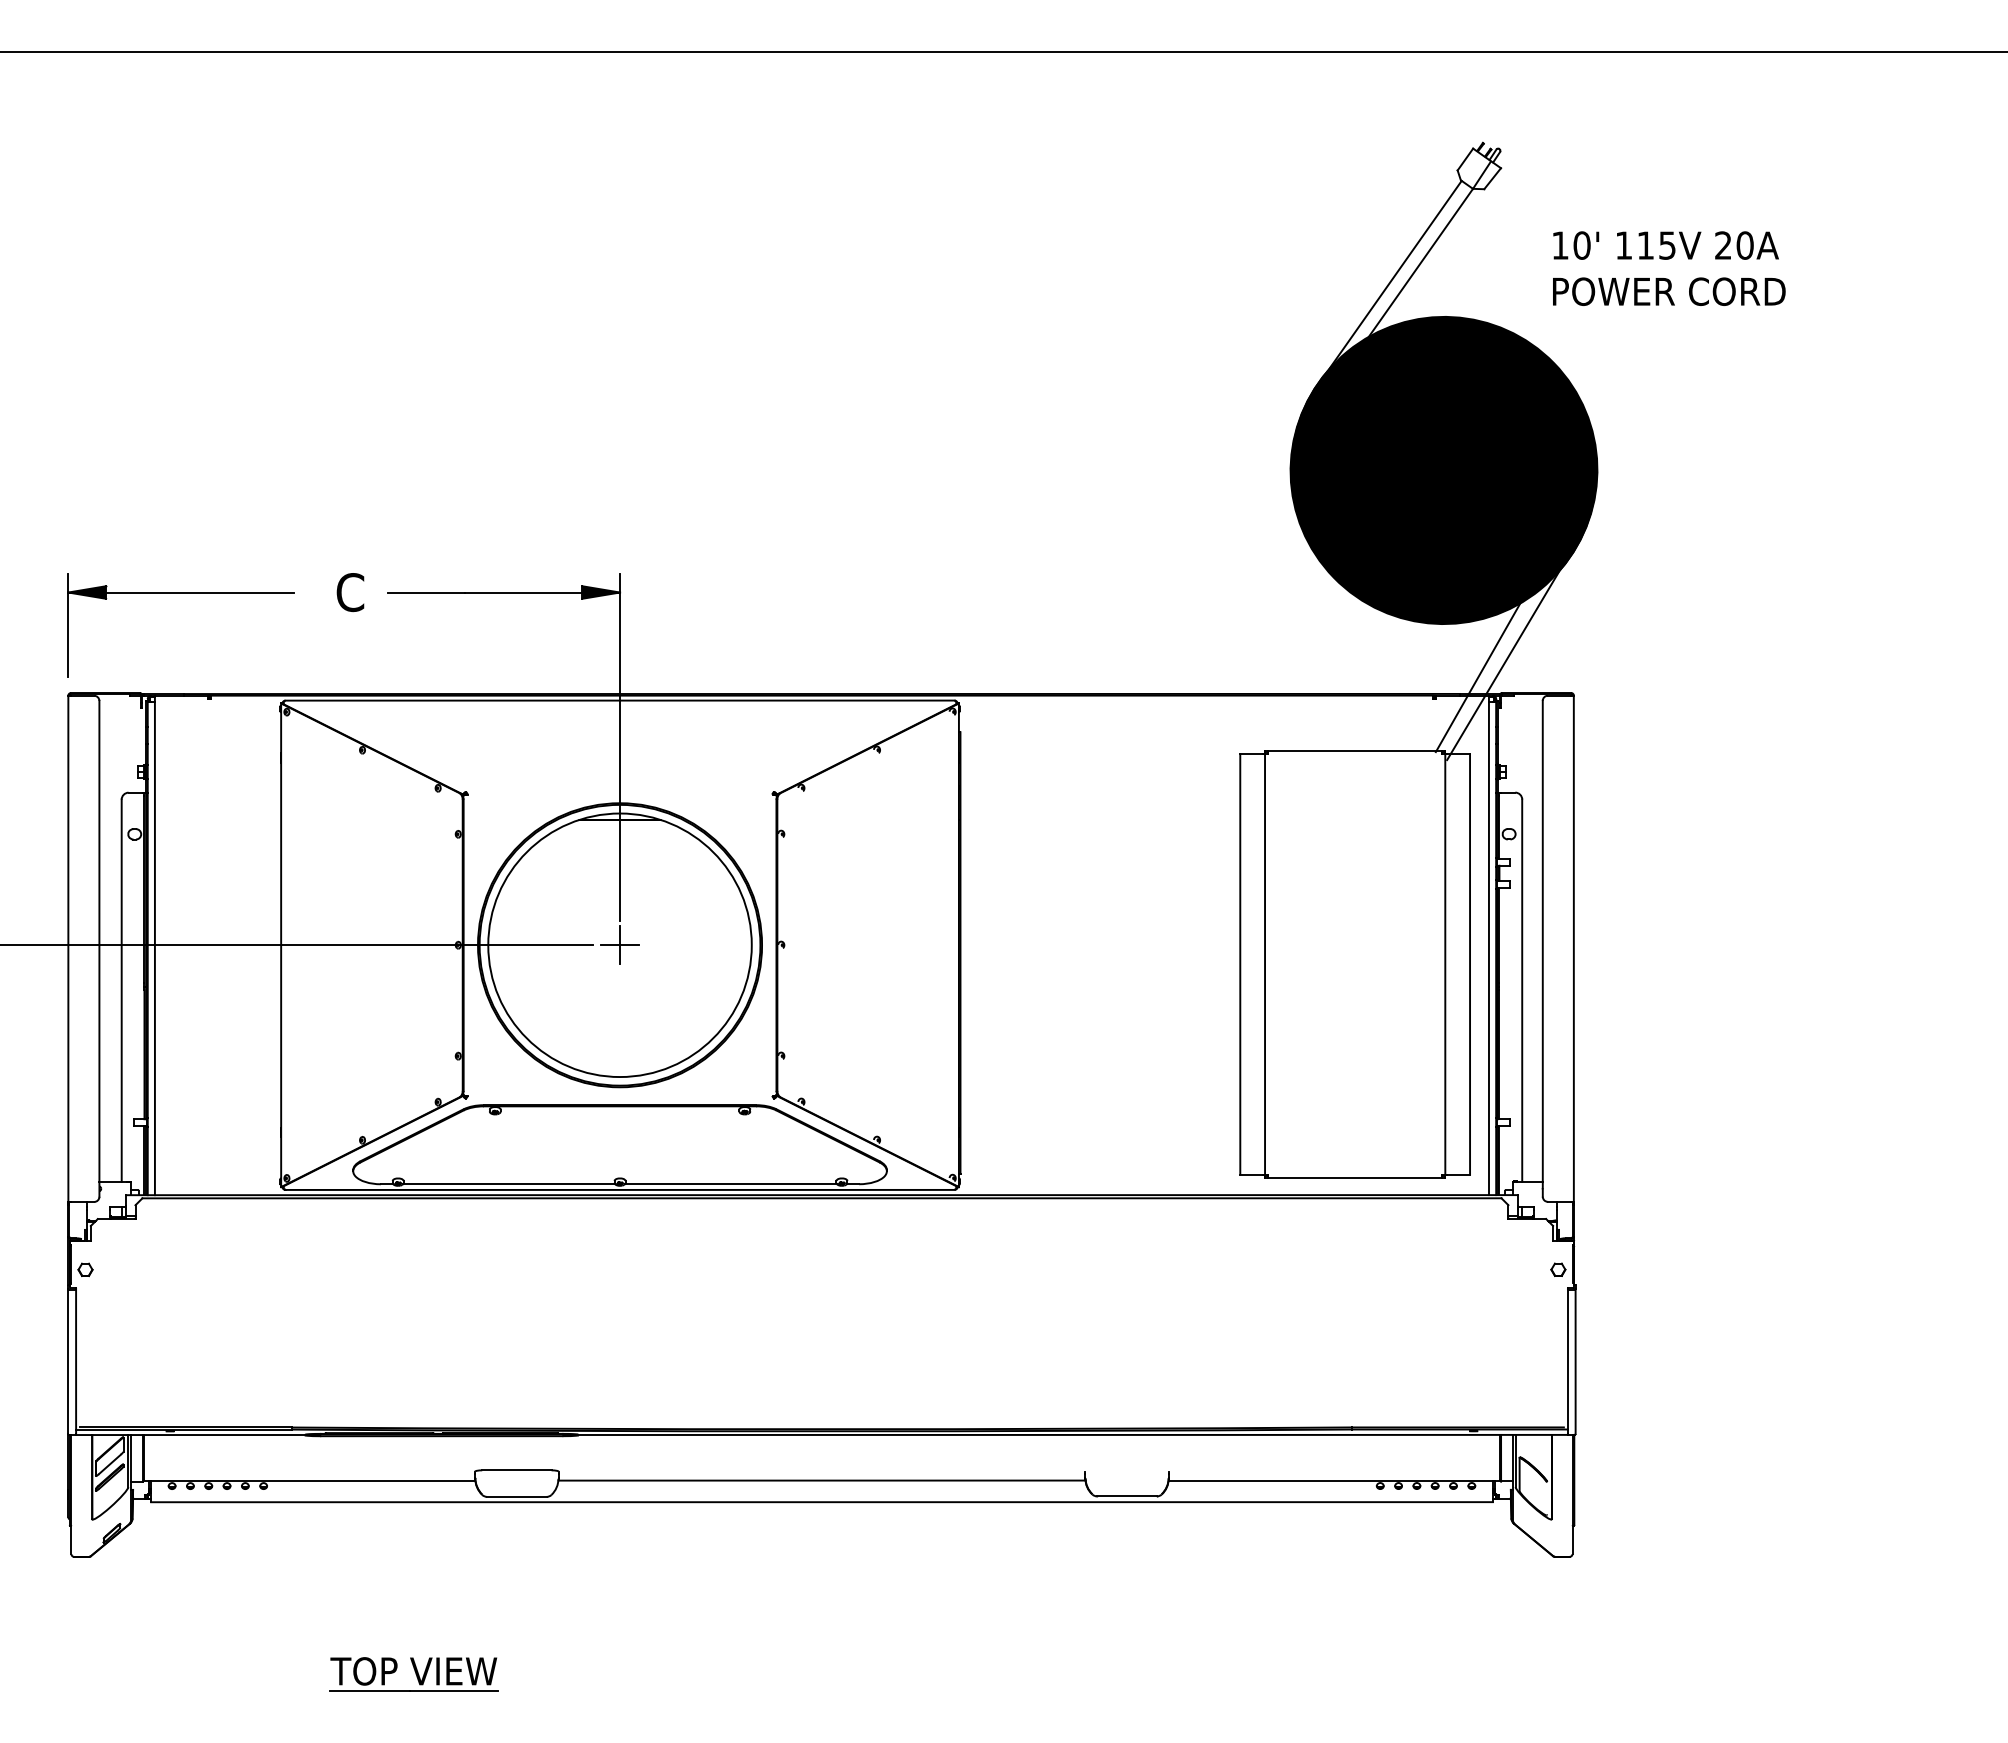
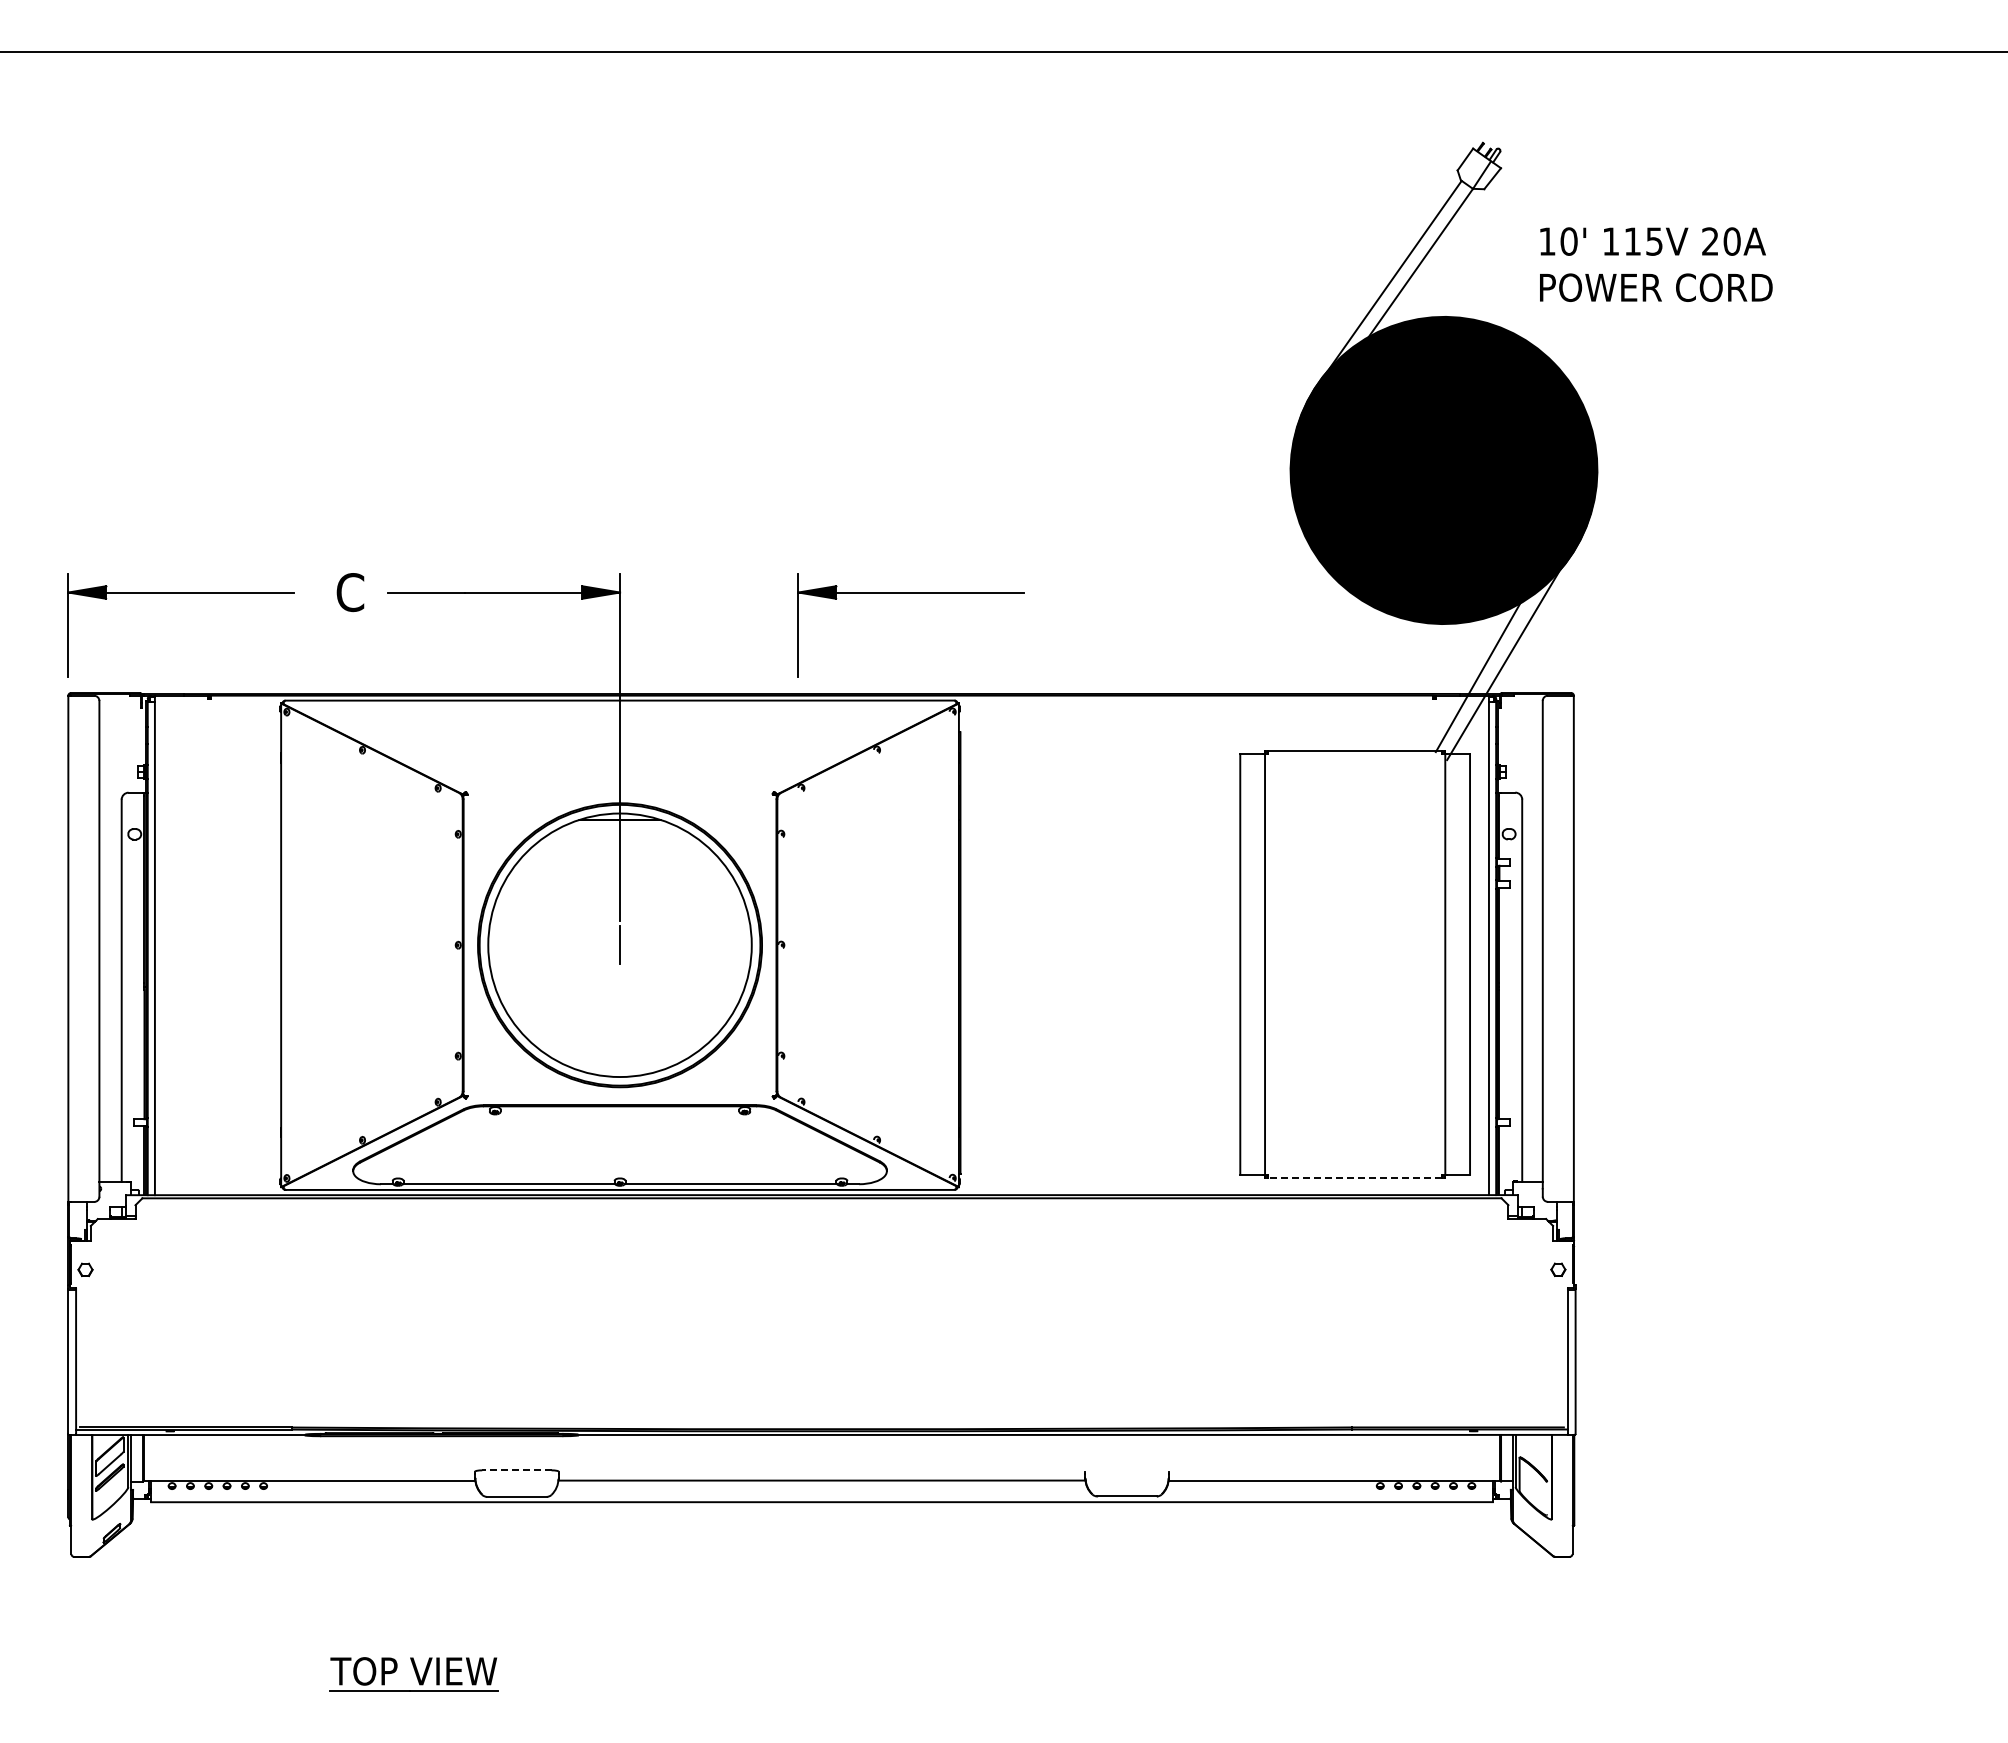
text at (1669, 268) position: (1669, 268) -> (1656, 264)
part at (910, 593): none -> present
line at (297, 945): present -> none
line at (619, 945): present -> none
line at (1354, 1177): solid -> dashed
line at (516, 1470): solid -> dashed
